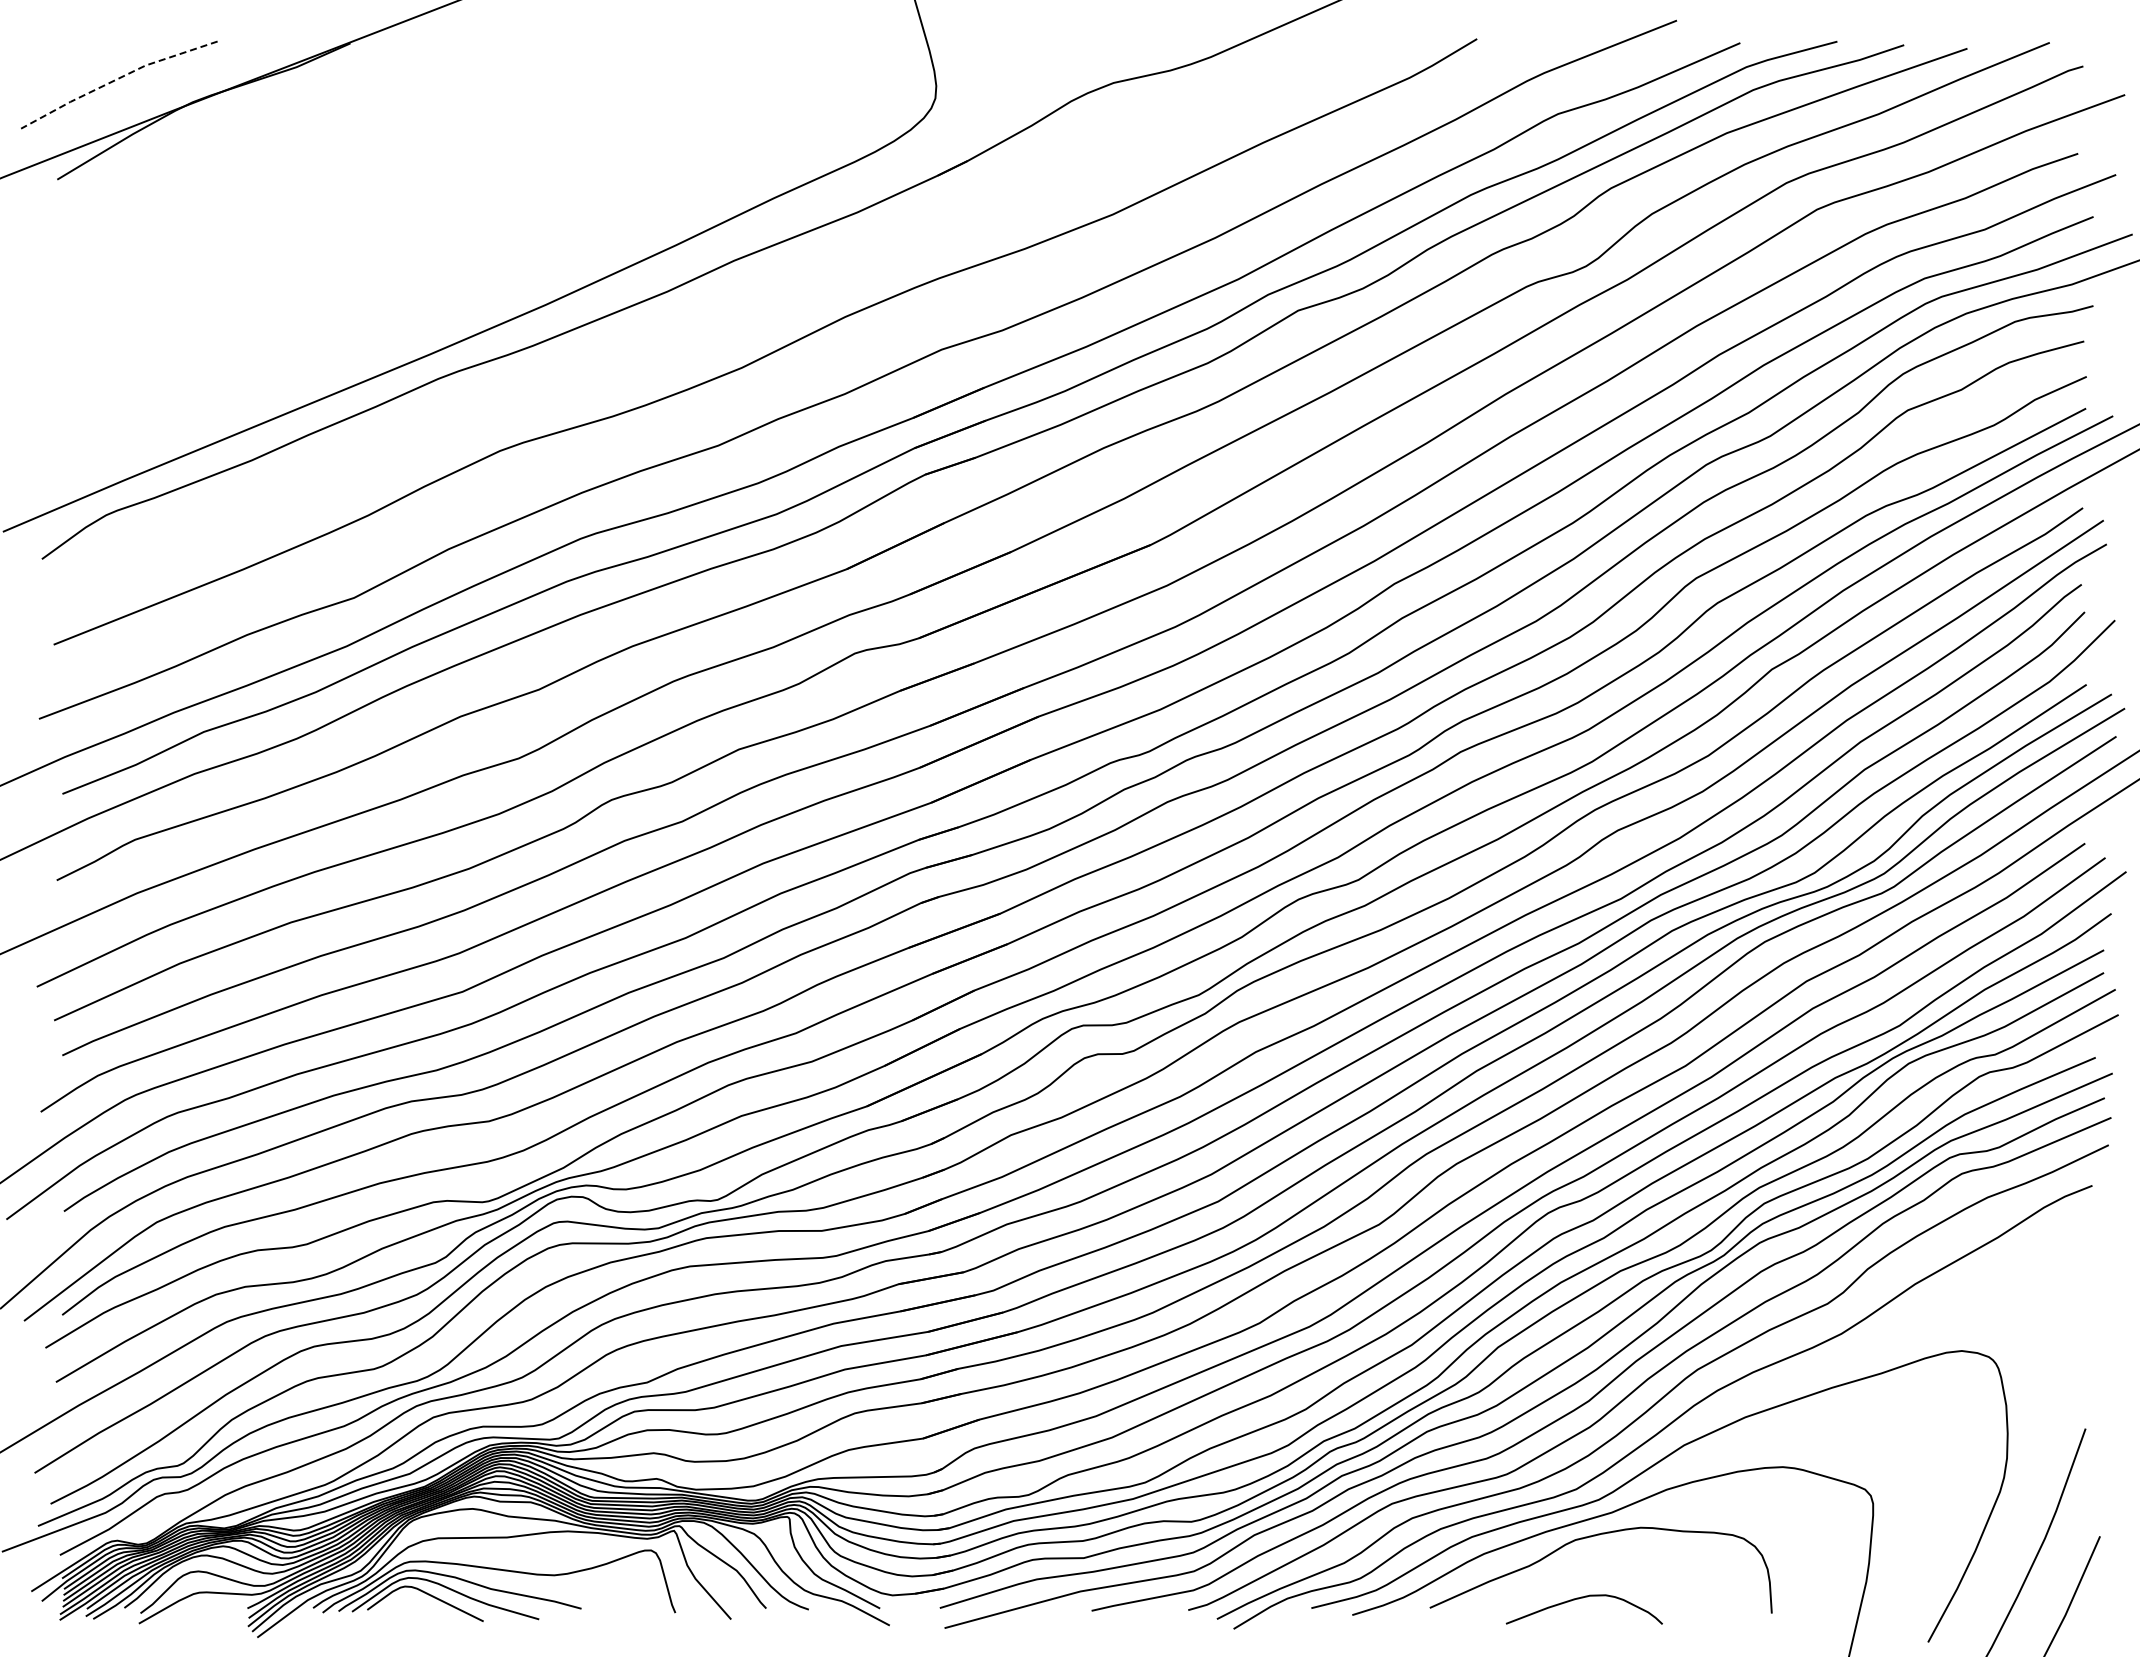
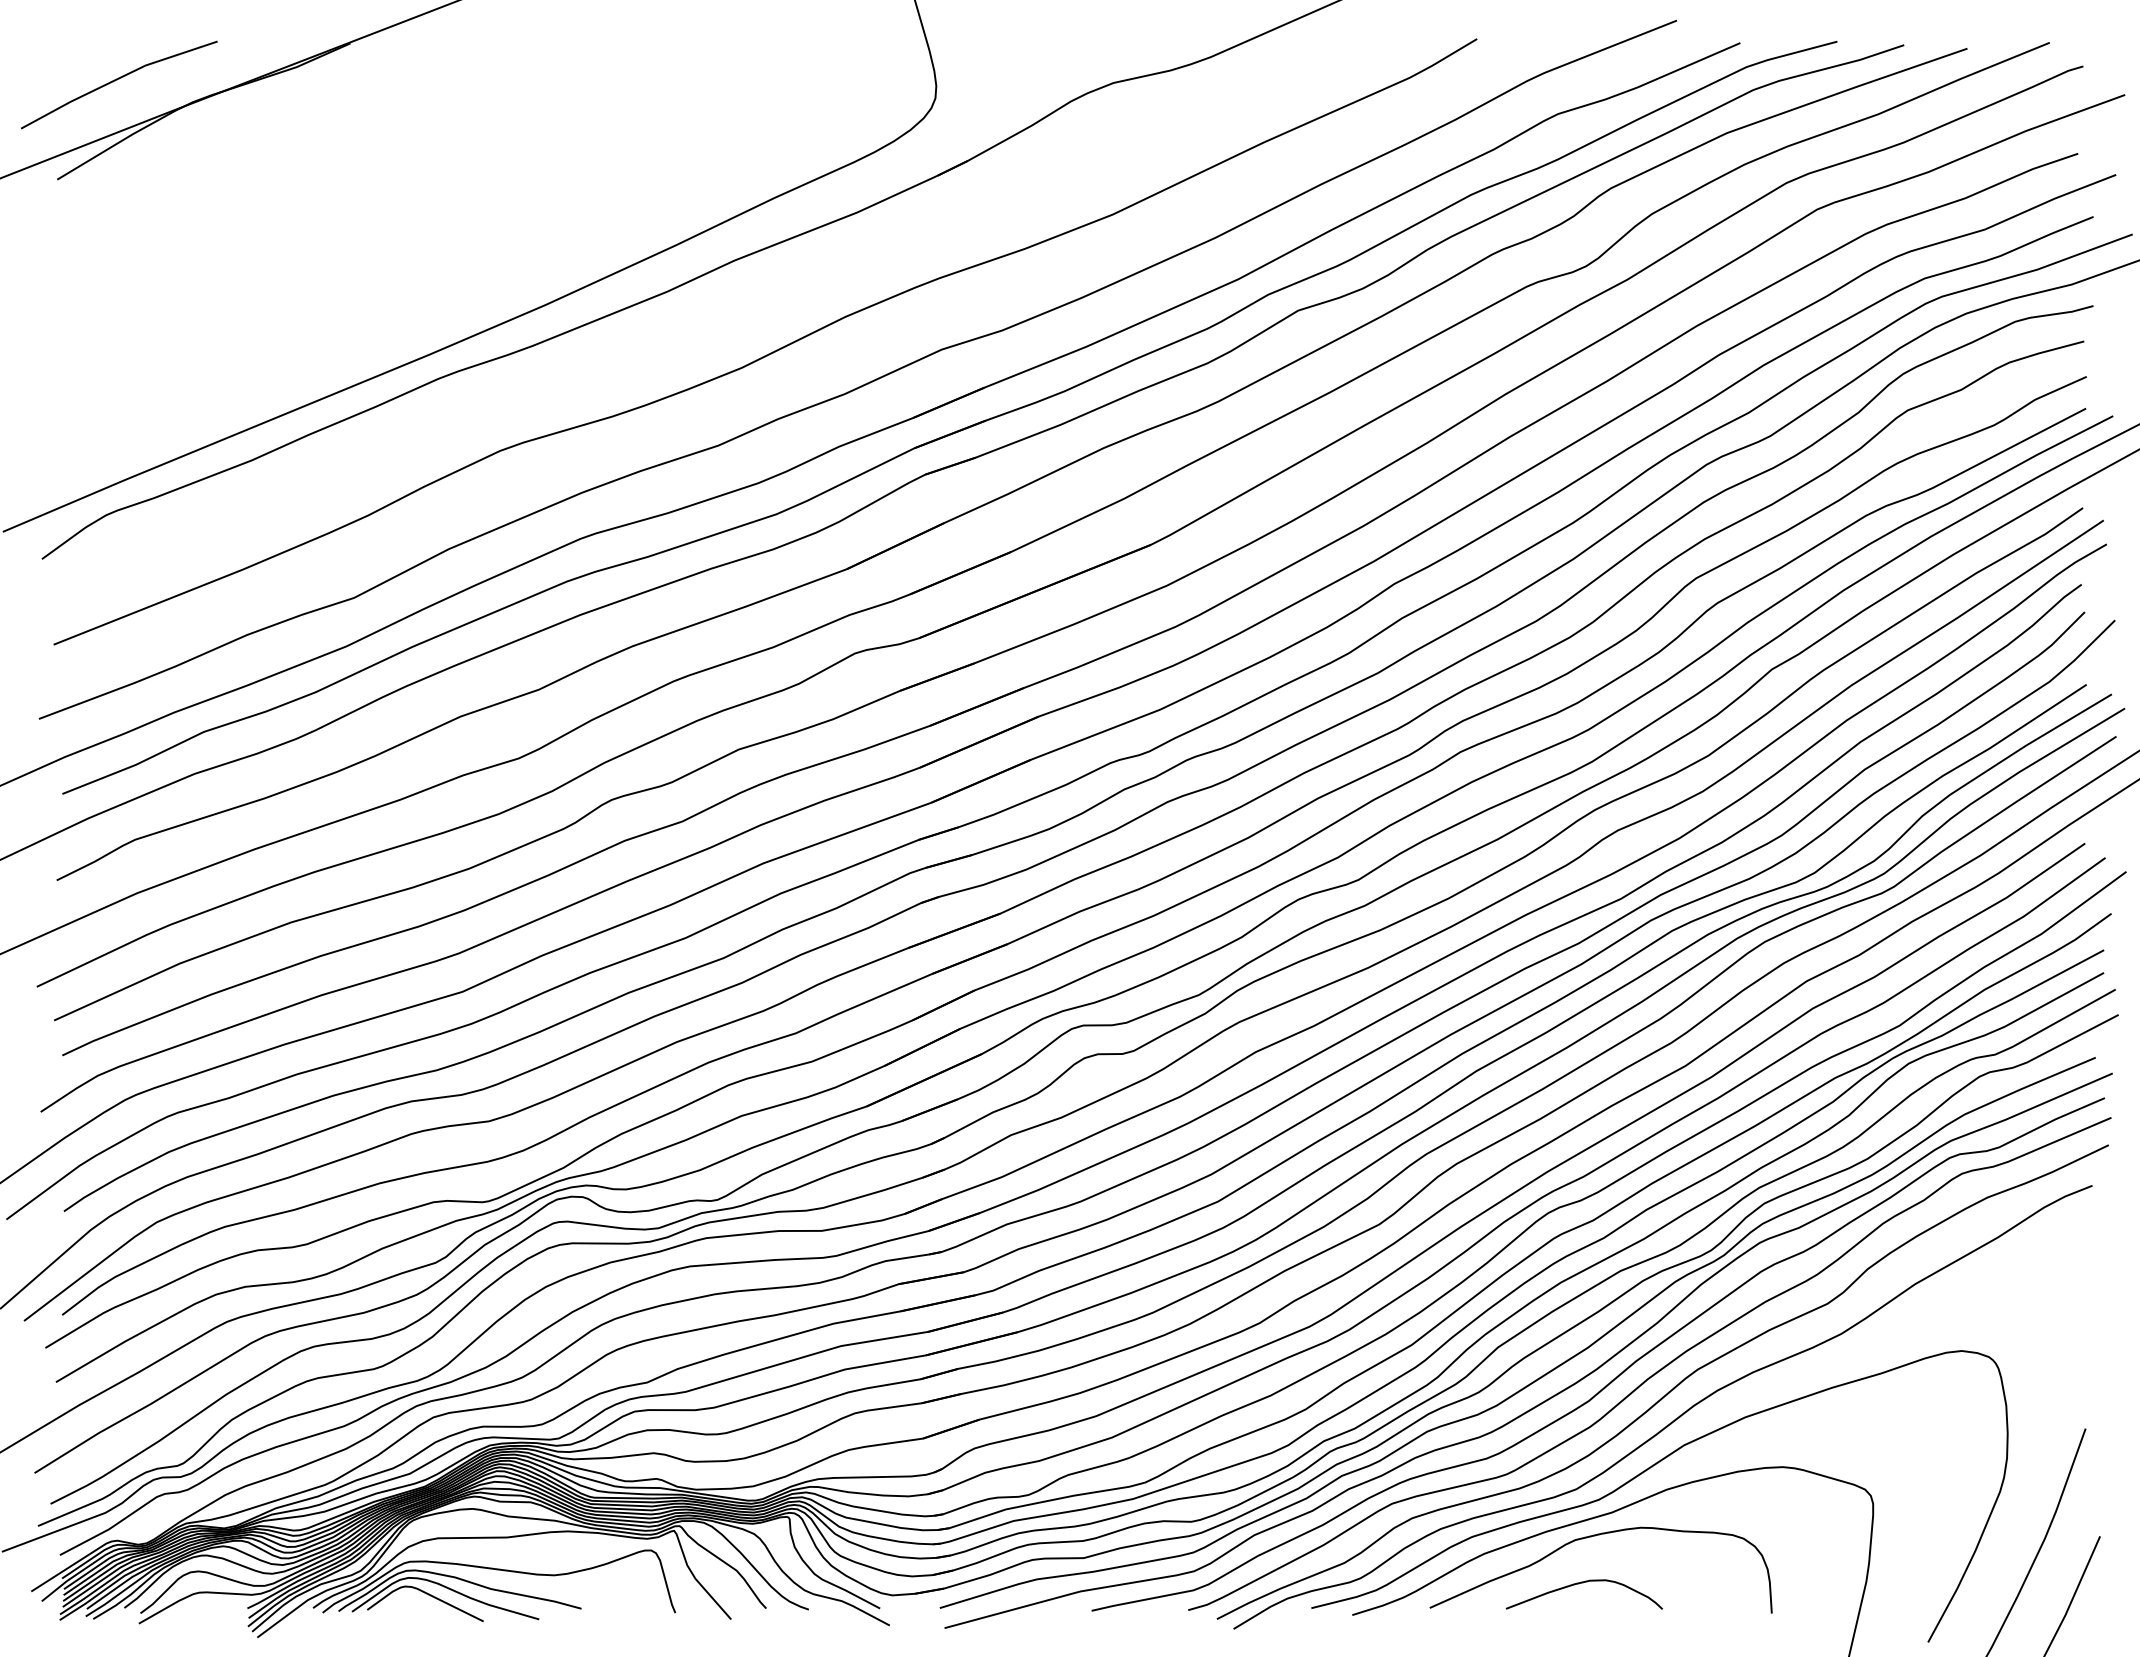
line at (116, 79): dashed -> solid
curve at (1583, 1598) position: (1583, 1598) -> (1583, 1583)
